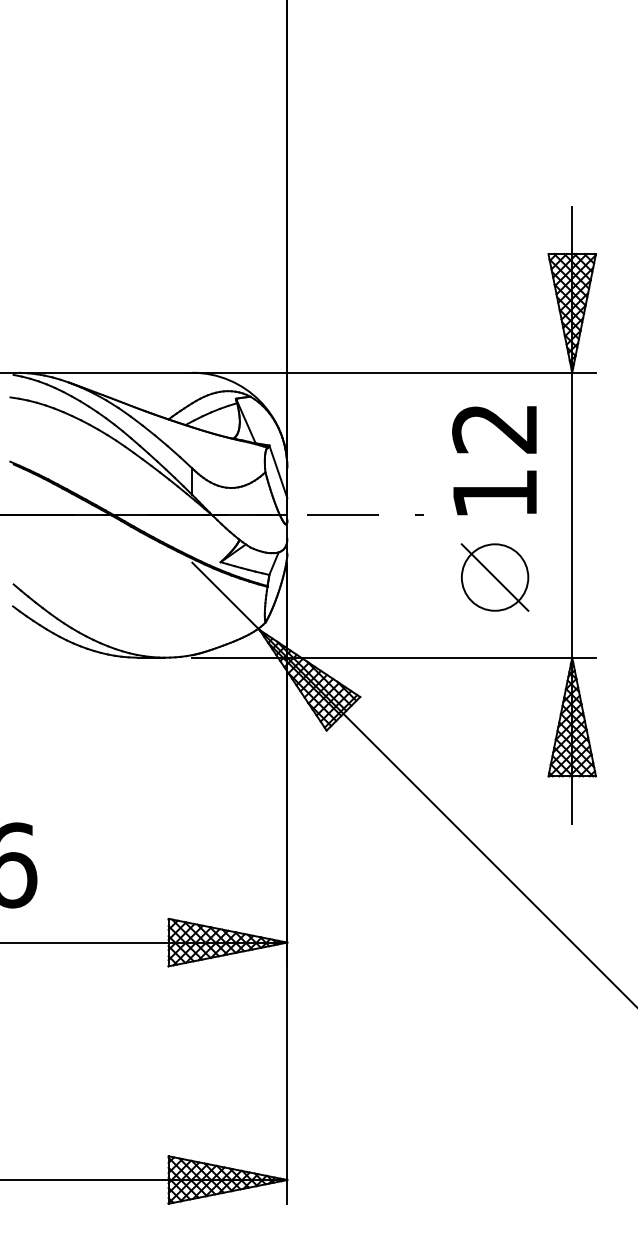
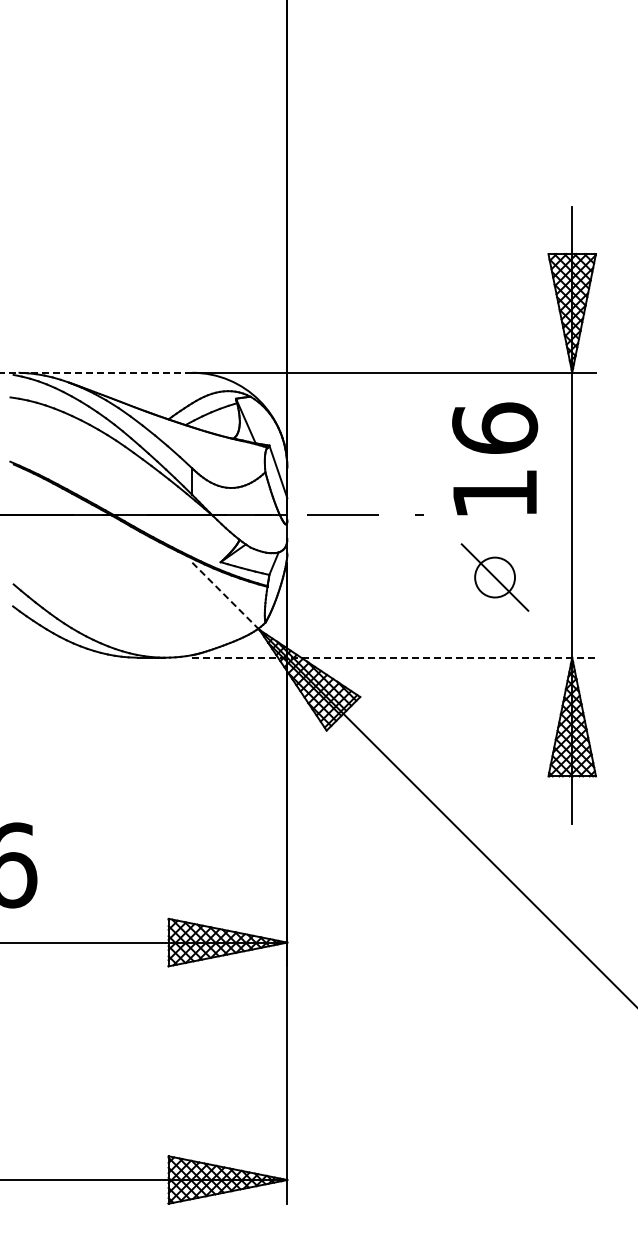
line at (96, 372): solid -> dashed
text at (495, 427): 12 -> 16
circle at (494, 577) diameter: 66 px -> 40 px
line at (225, 595): solid -> dashed
line at (394, 657): solid -> dashed
